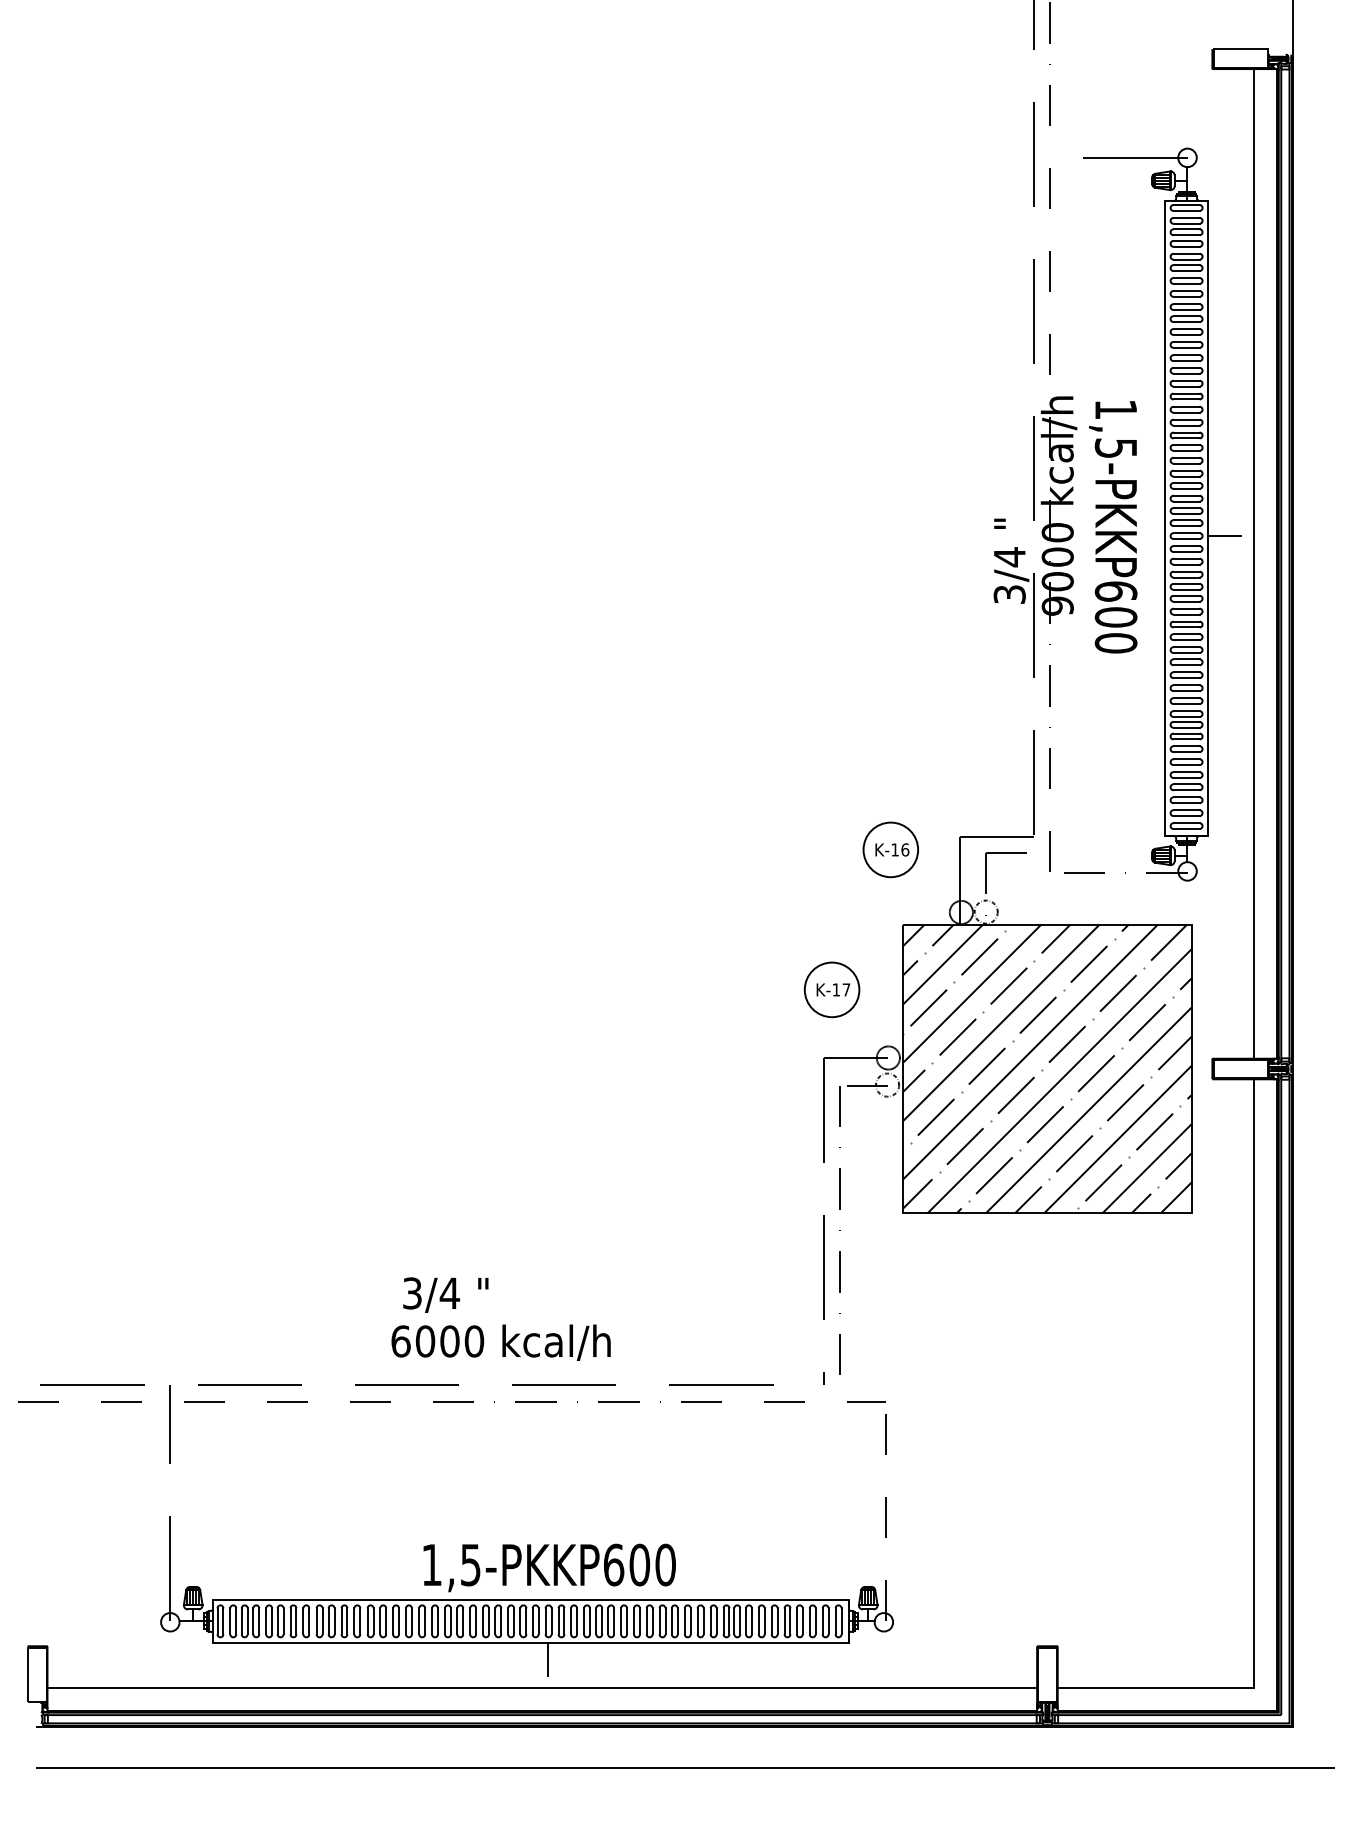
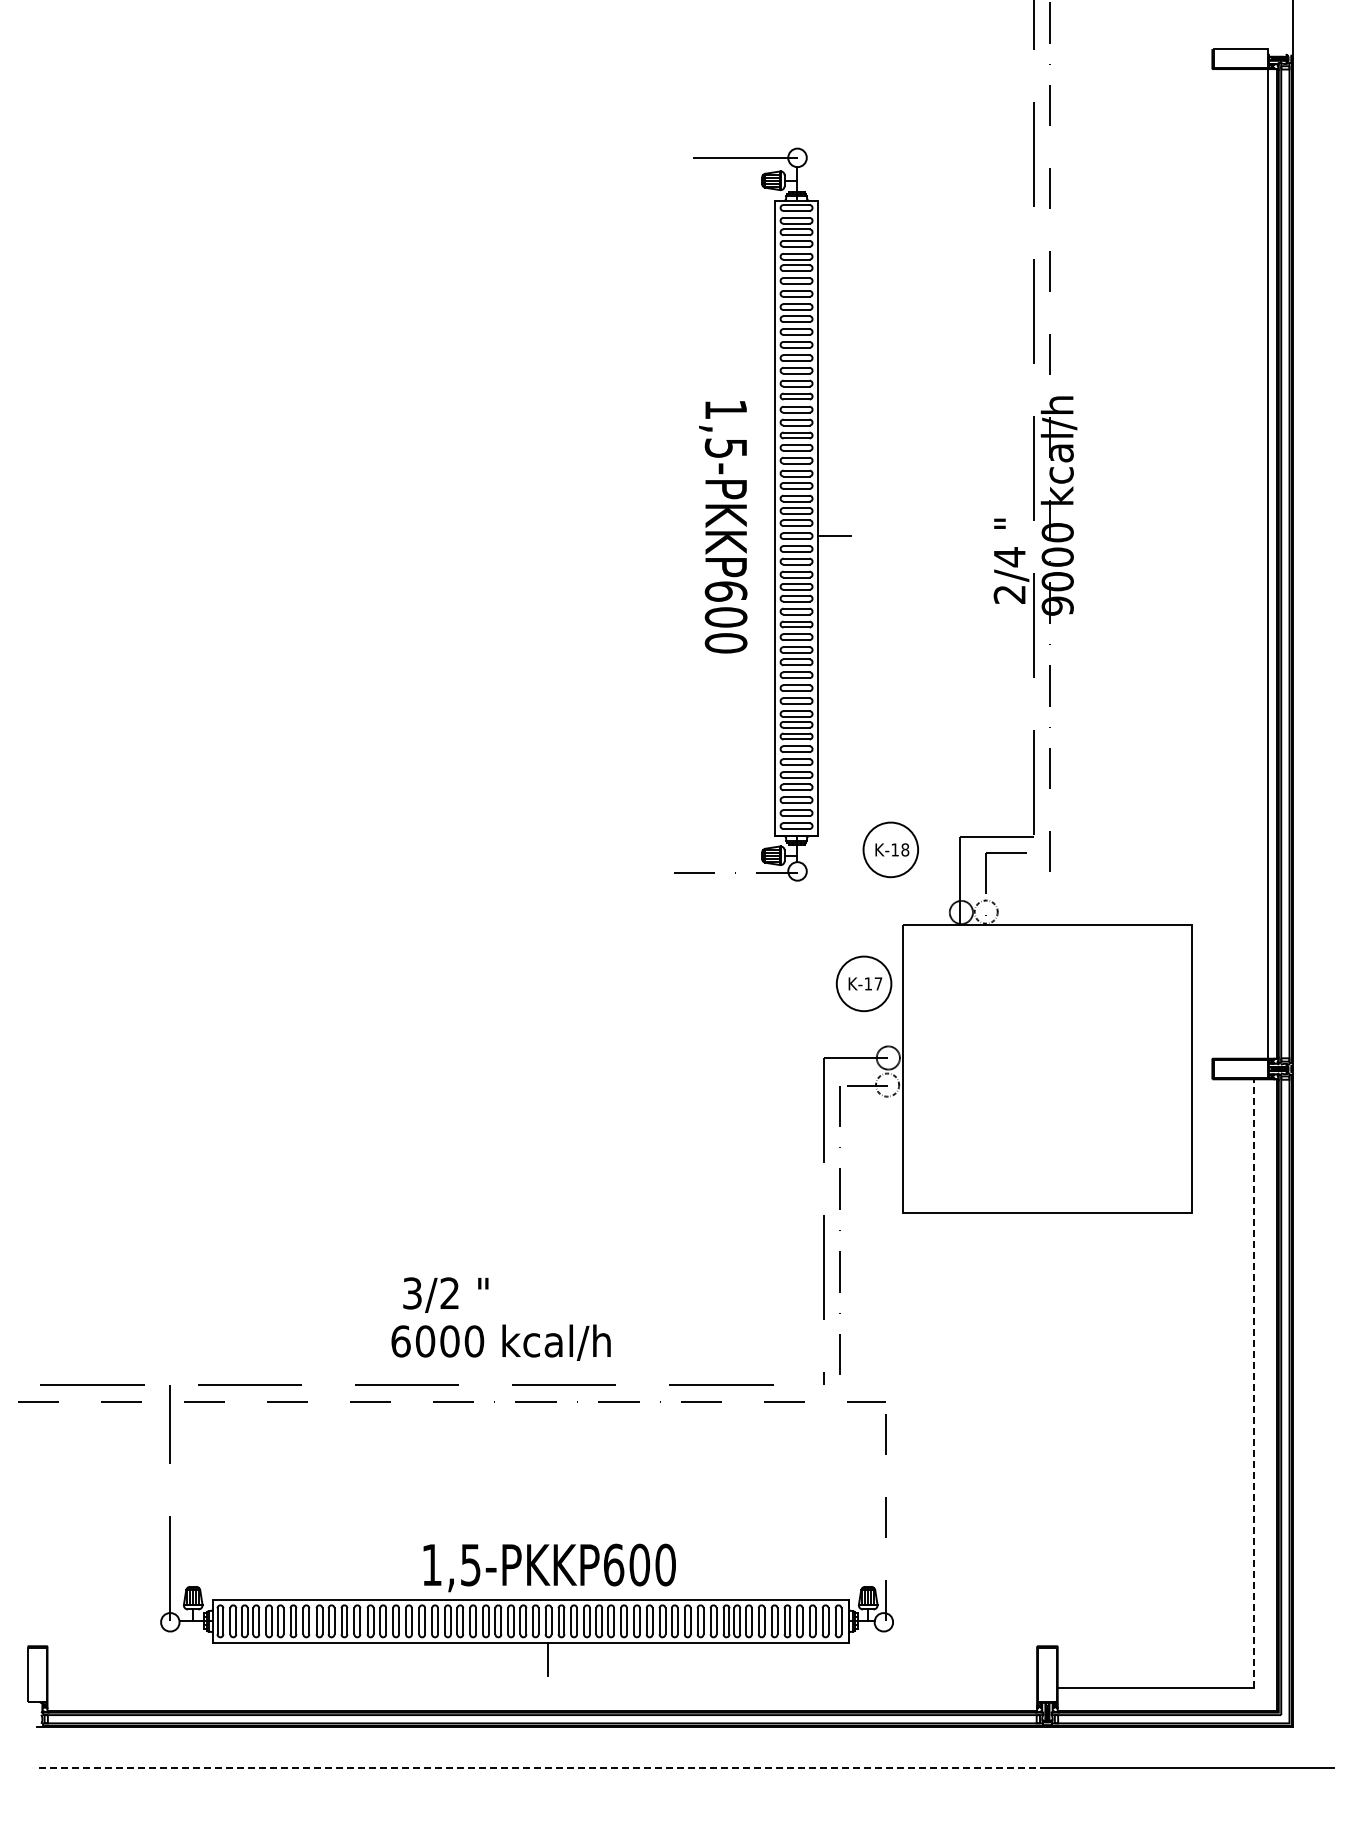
part at (1164, 514) position: (1164, 514) -> (774, 514)
line at (1254, 563) position: (1254, 563) -> (1268, 563)
text at (1009, 594): 3/4 -> 2/4
text at (905, 849): K-16 -> K-18
part at (831, 989) position: (831, 989) -> (863, 983)
hatch at (1047, 1068): present -> none
text at (449, 1292): 3/4 -> 3/2
line at (1254, 1383): solid -> dashed
line at (542, 1687): present -> none
line at (541, 1768): solid -> dashed
